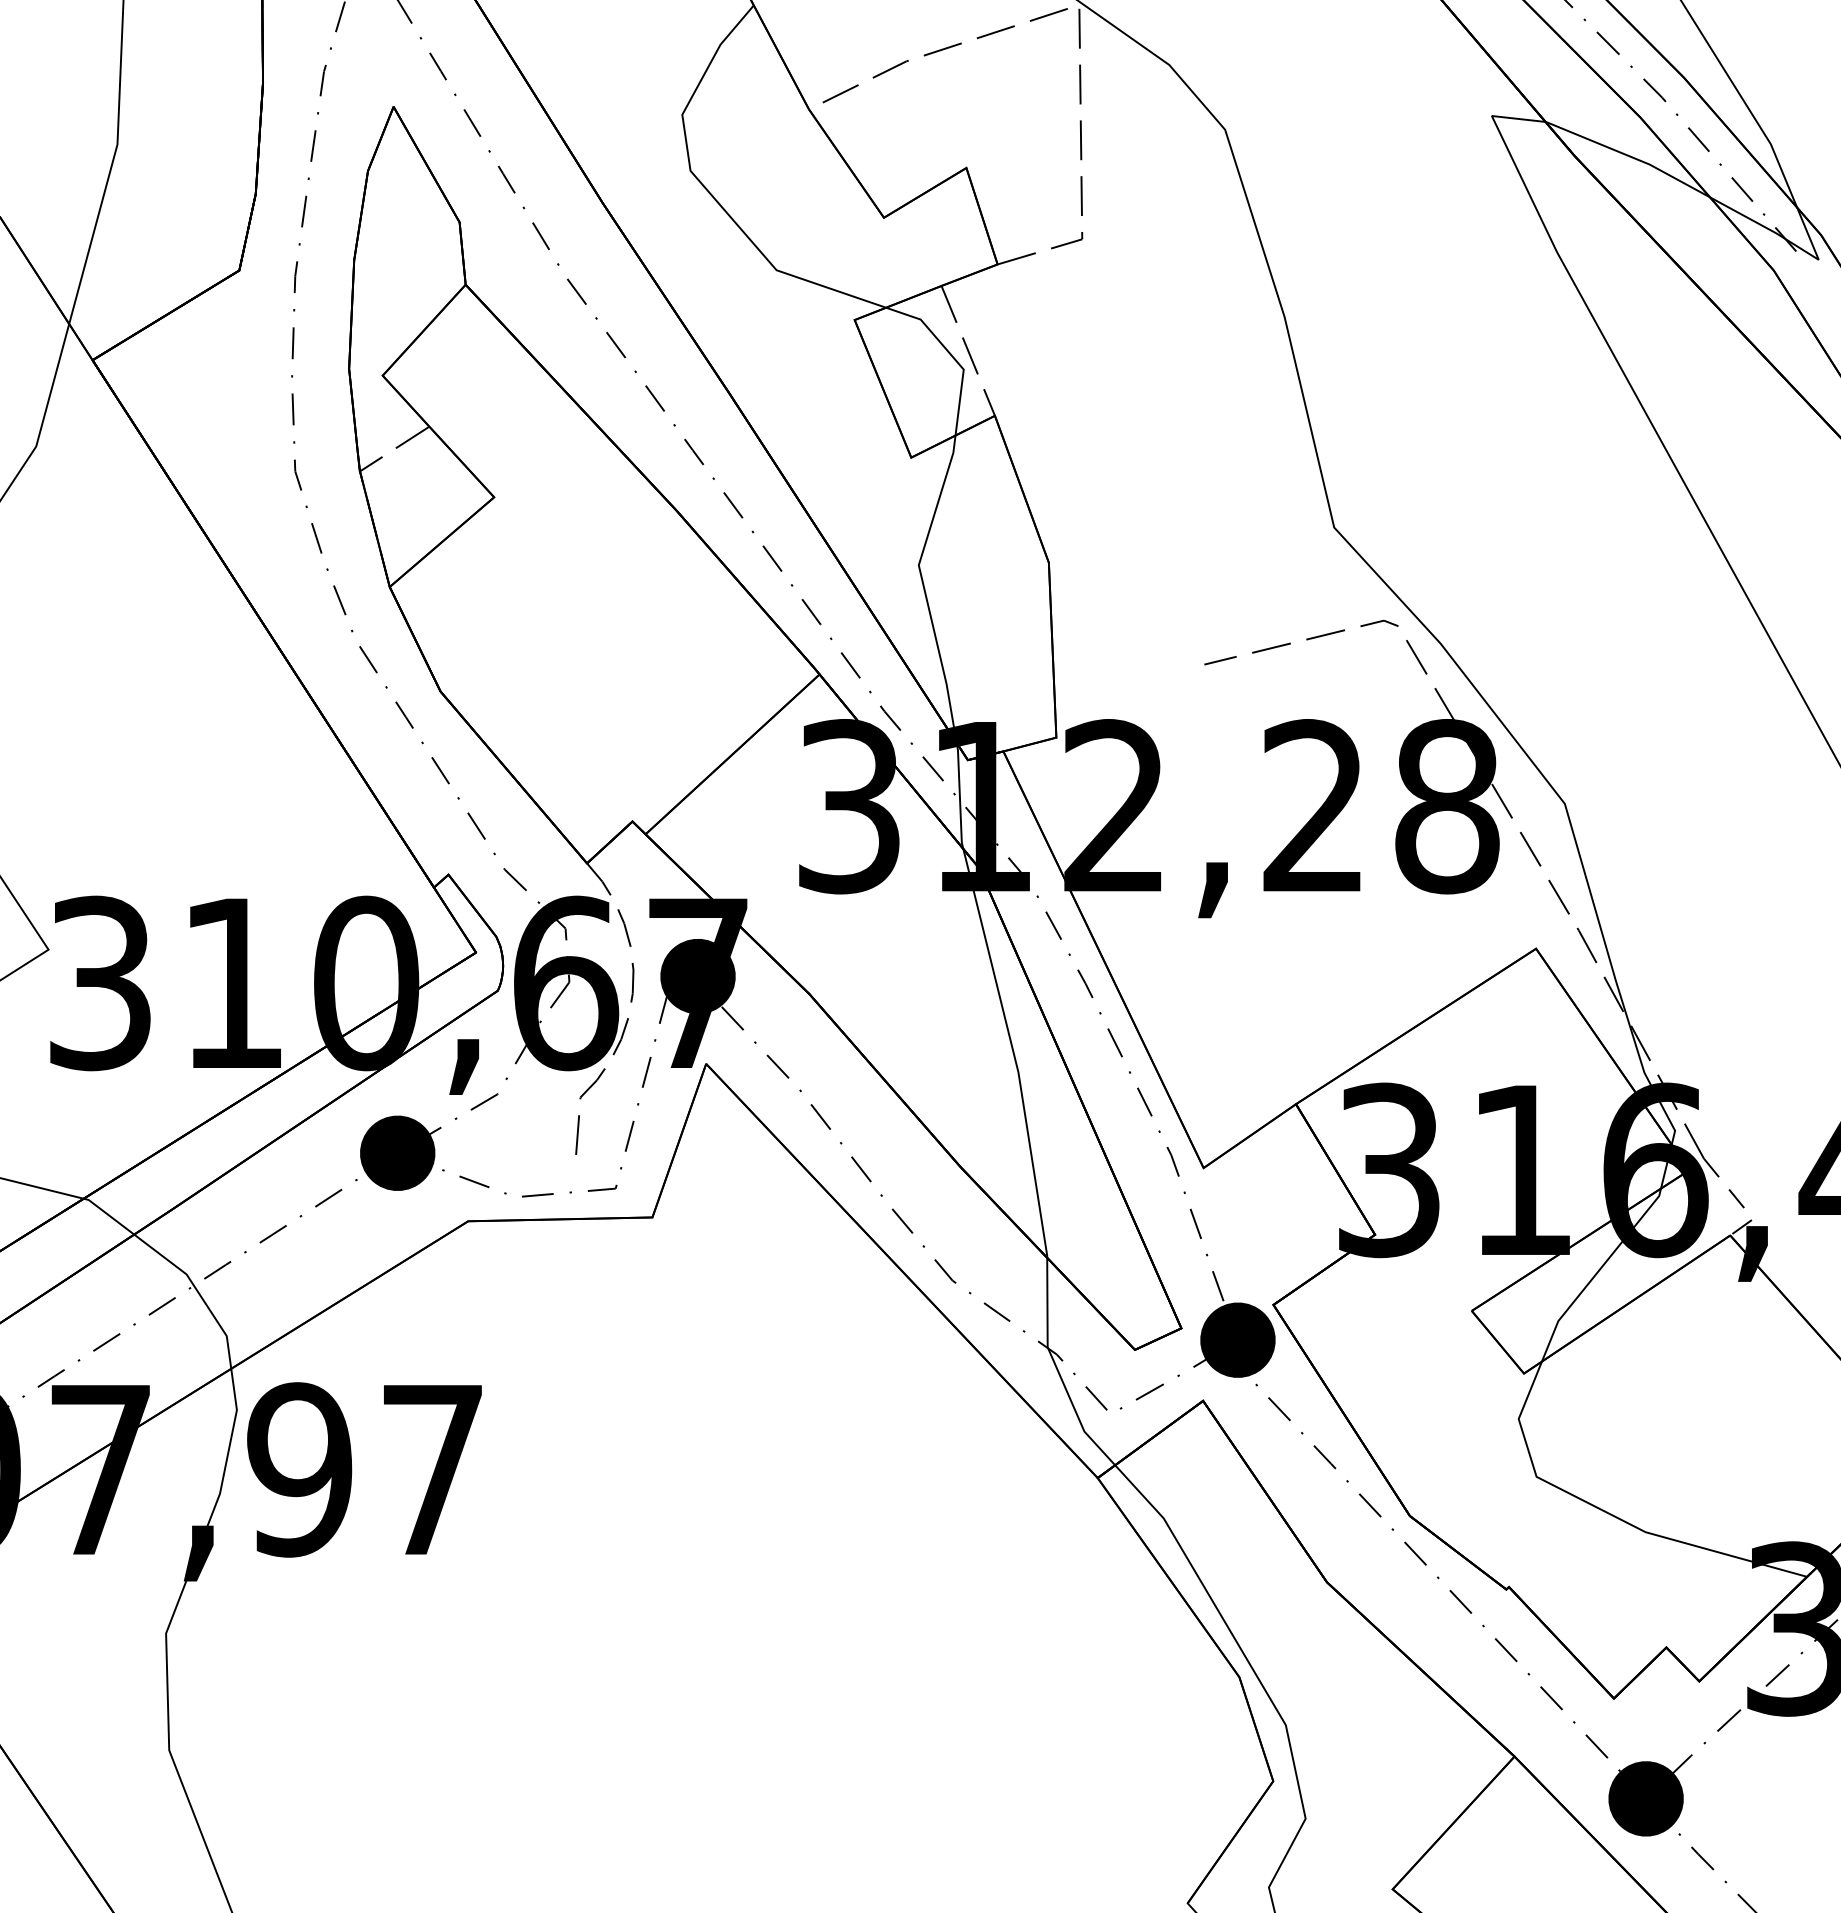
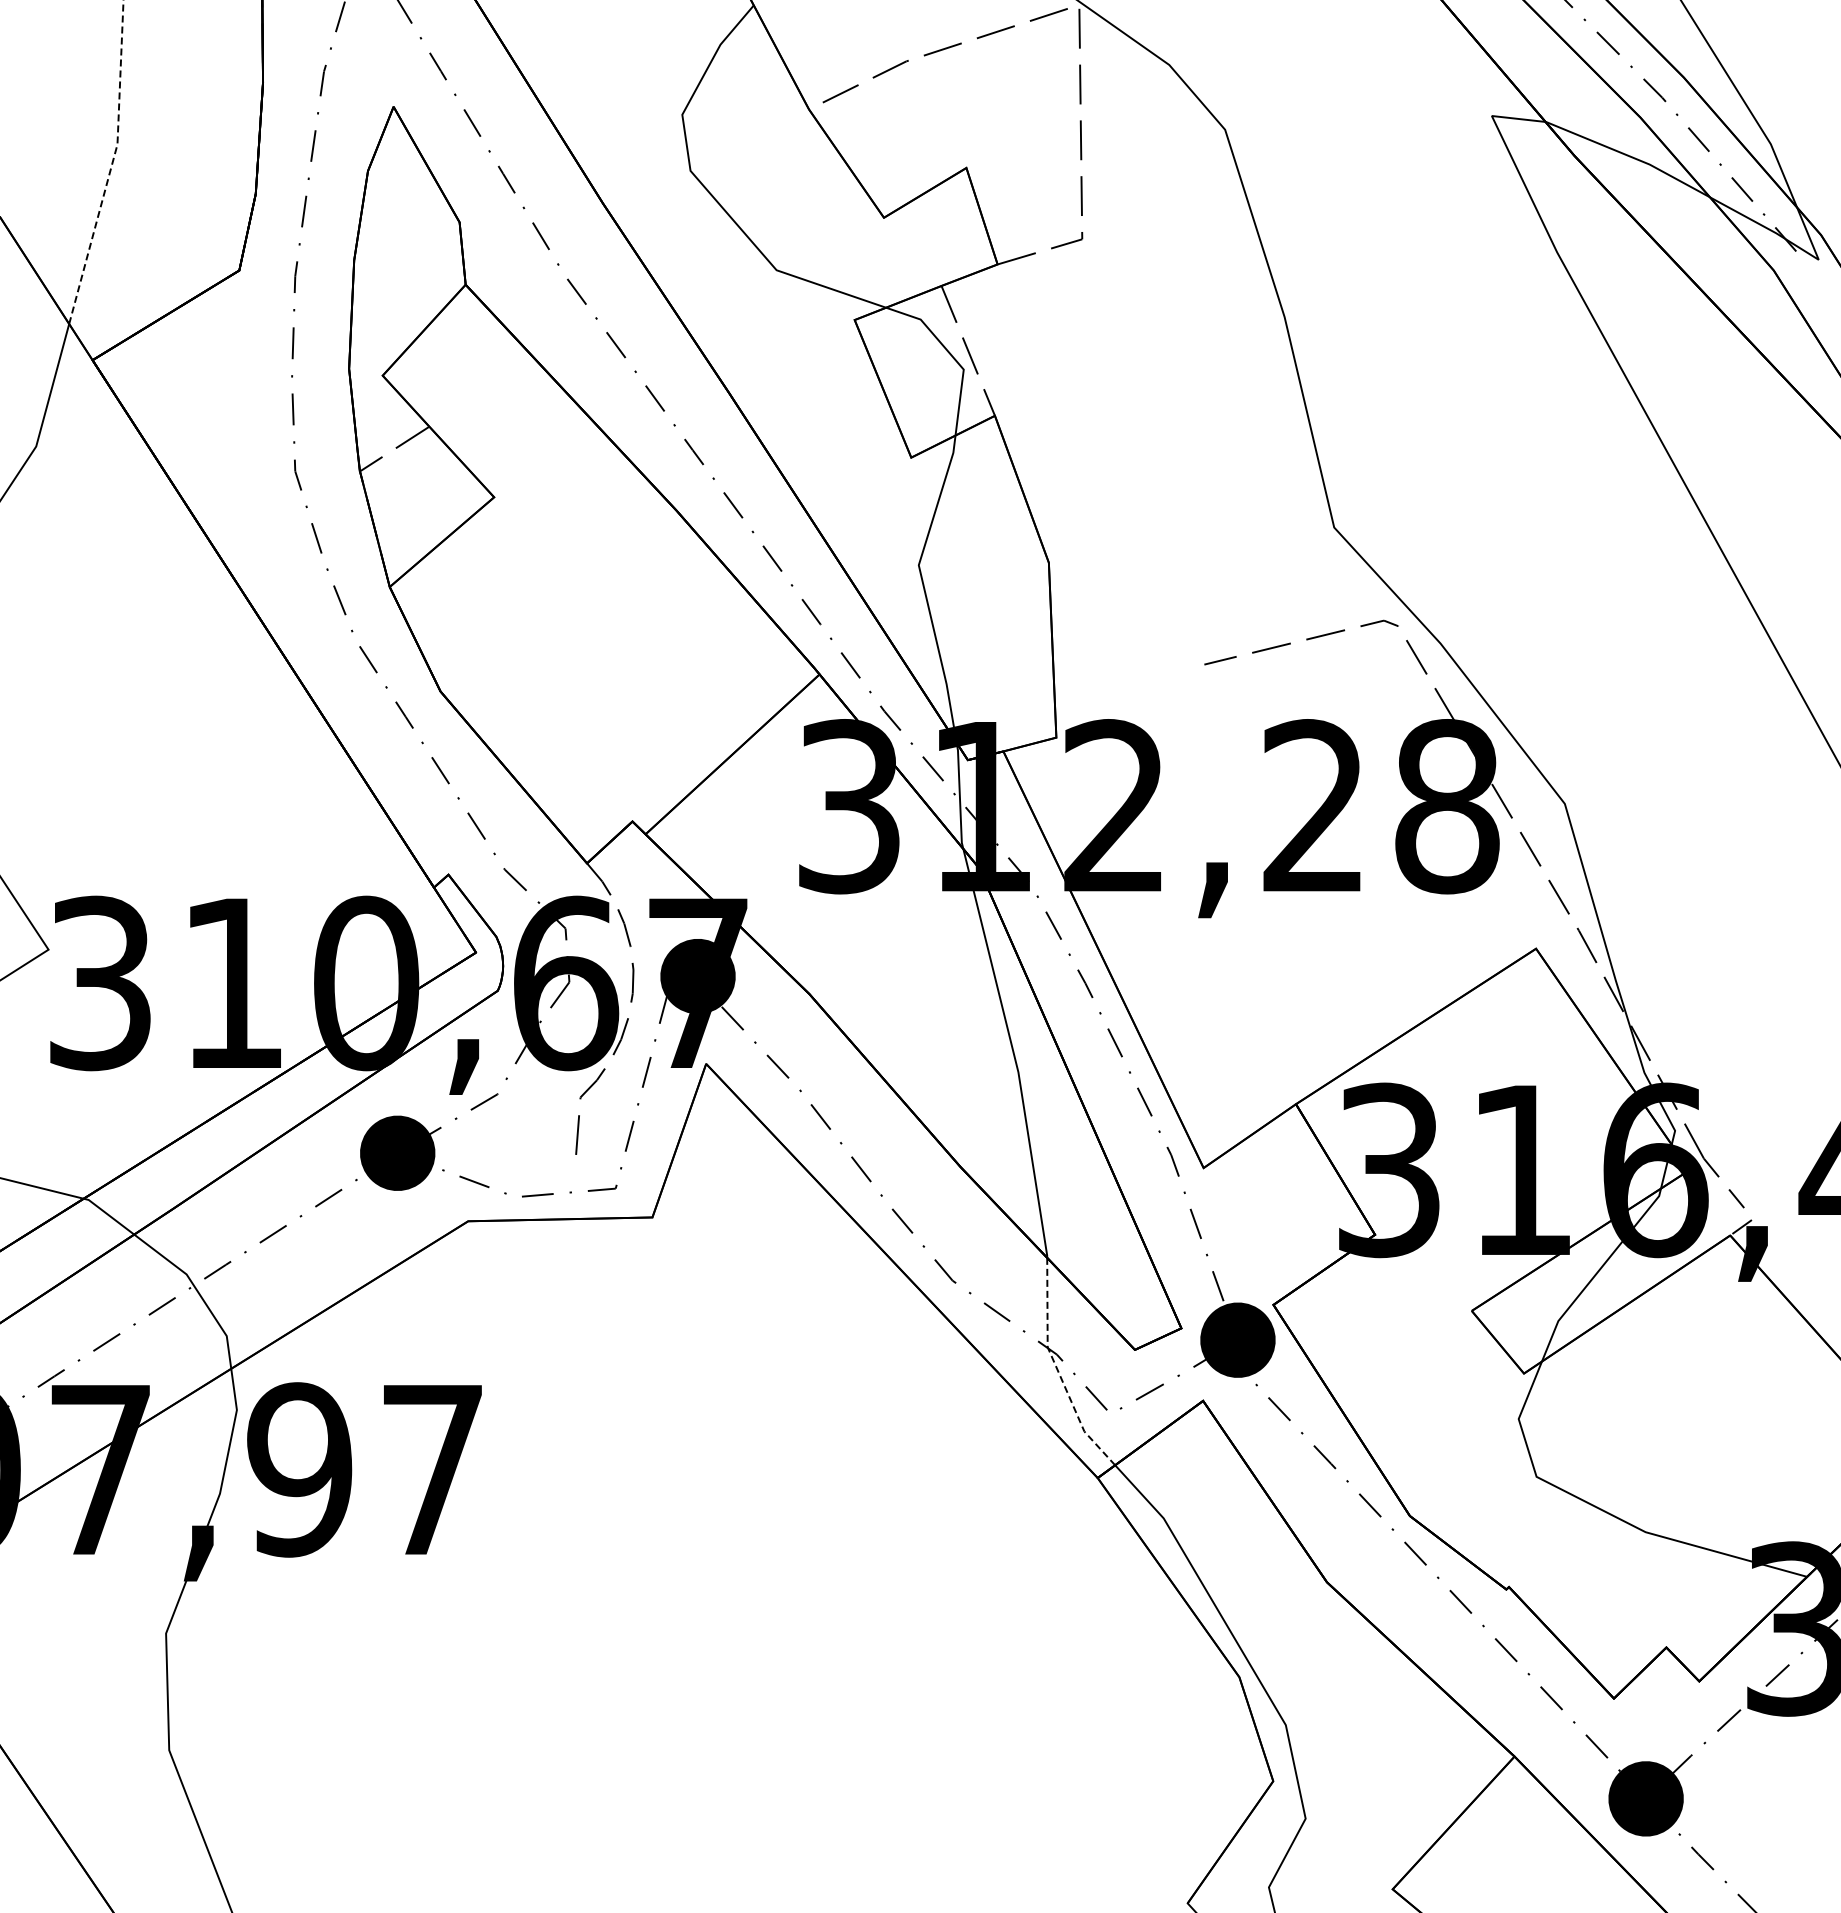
line at (112, 163): solid -> dashed
line at (1057, 1369): solid -> dashed
